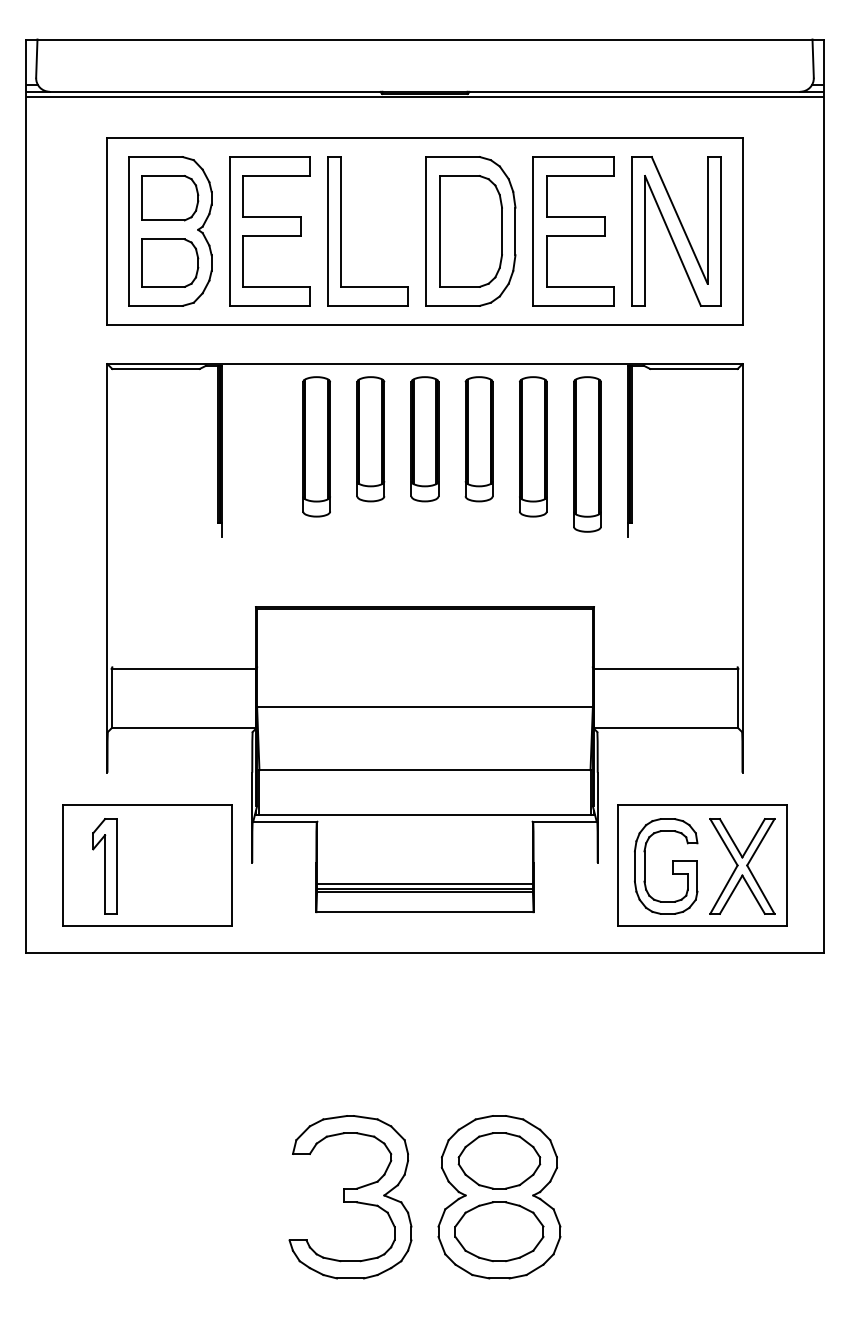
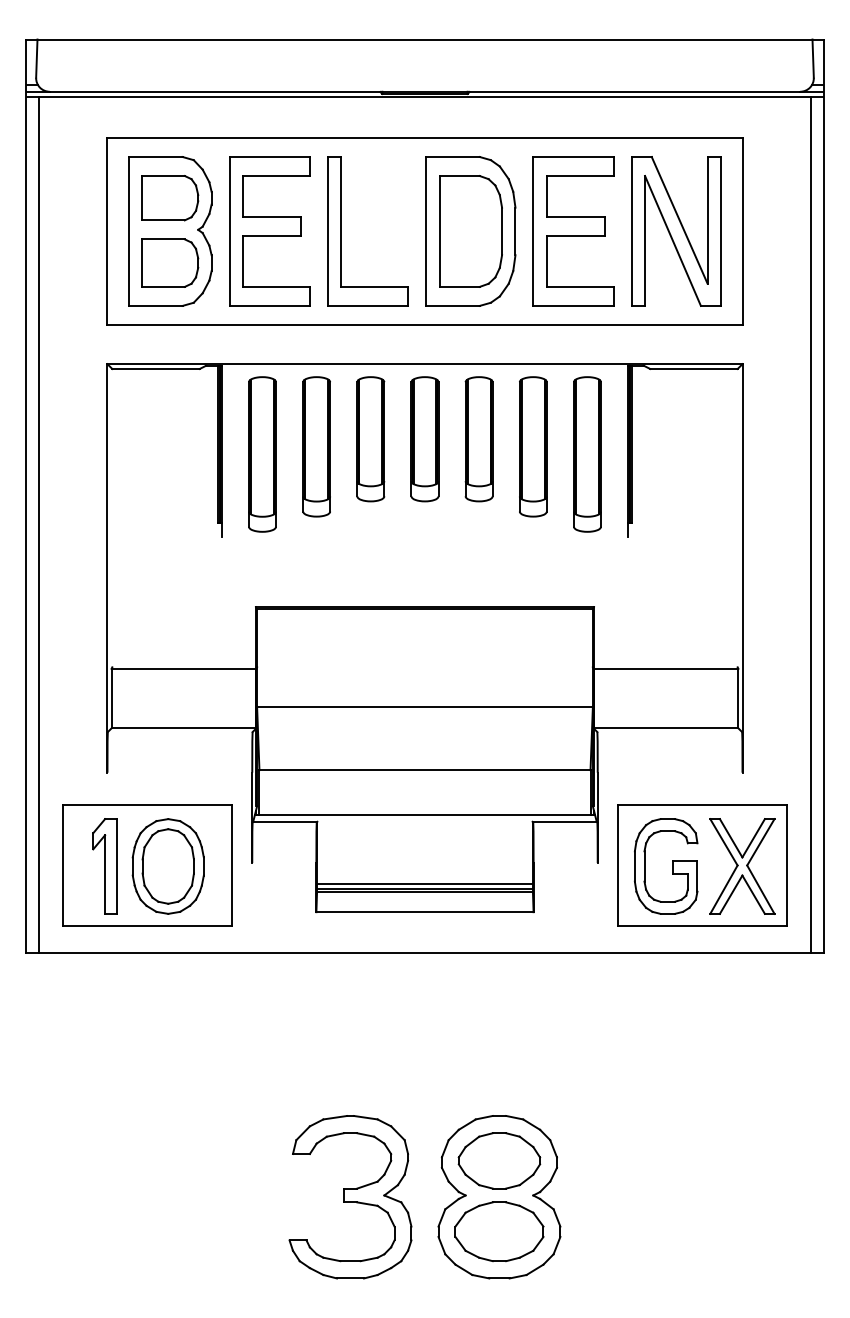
part at (262, 454): none -> present
line at (39, 525): none -> present
line at (810, 525): none -> present
part at (167, 866): none -> present
